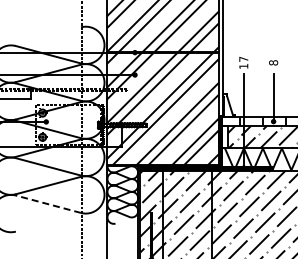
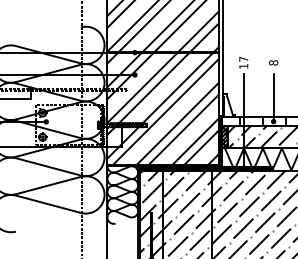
hatch at (222, 136): none -> present
line at (48, 204): dashed -> solid
